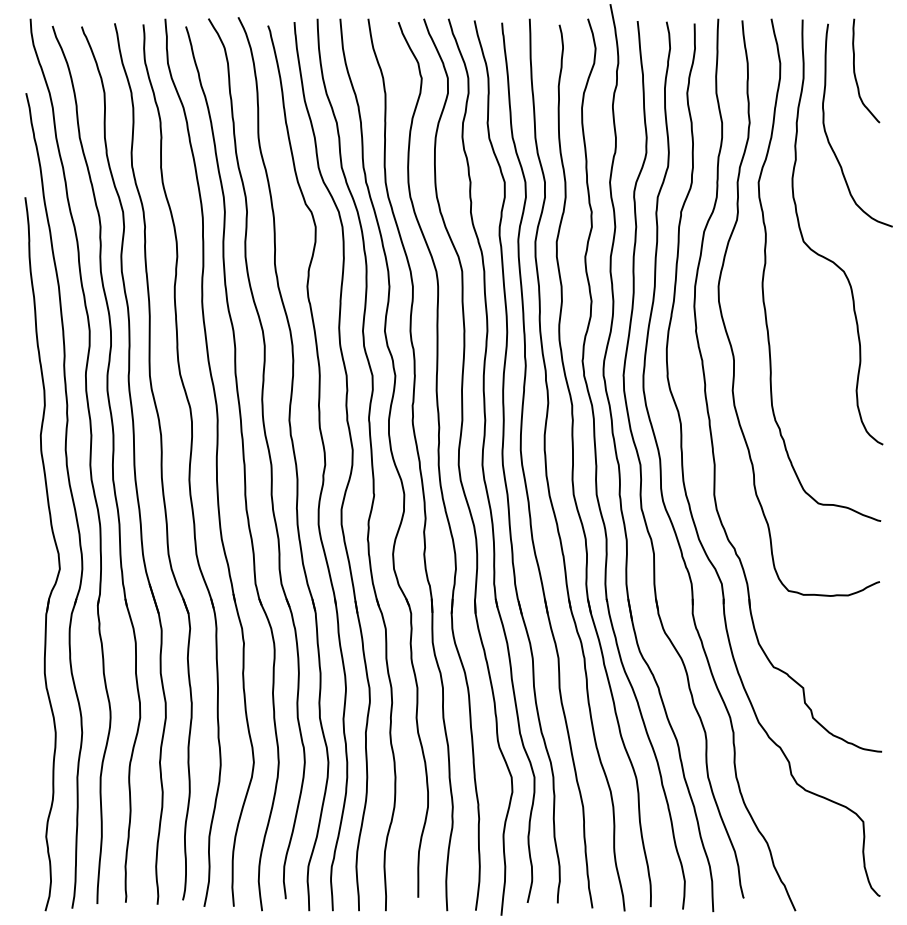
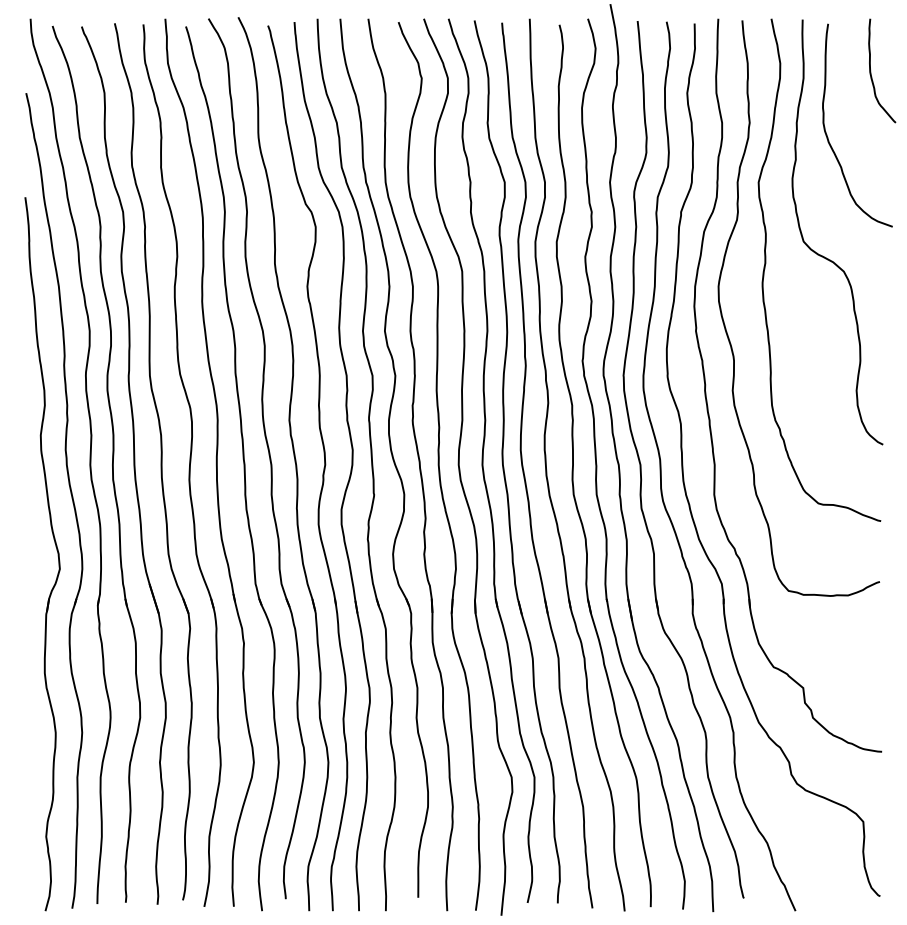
curve at (855, 70) position: (855, 70) -> (871, 70)
